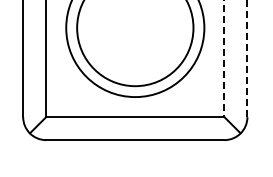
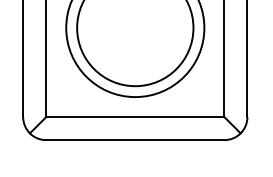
line at (247, 58): dashed -> solid
line at (224, 59): dashed -> solid
